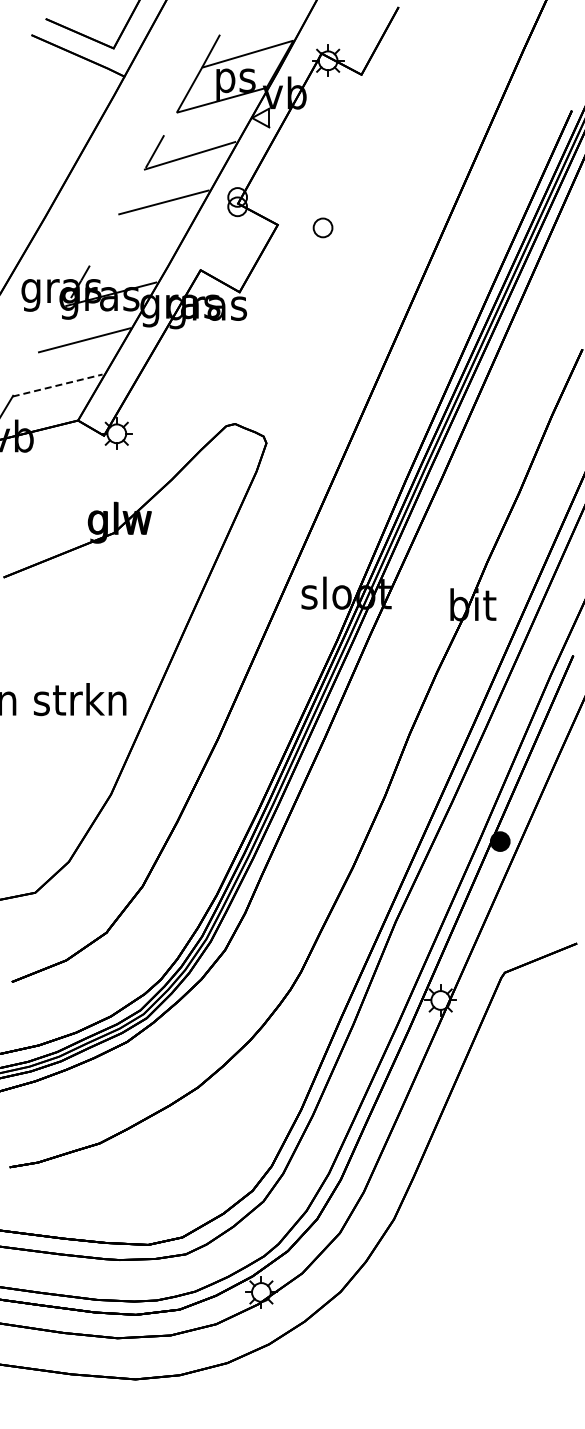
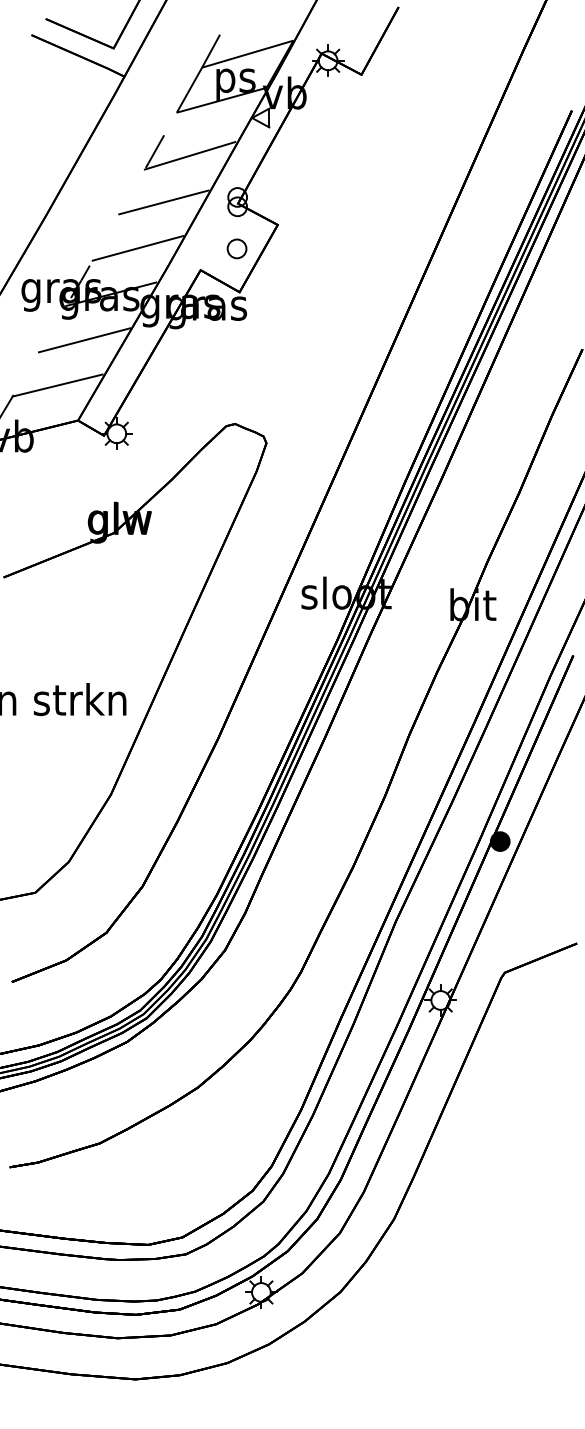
part at (322, 227) position: (322, 227) -> (236, 248)
line at (137, 248): none -> present
line at (58, 385): dashed -> solid
